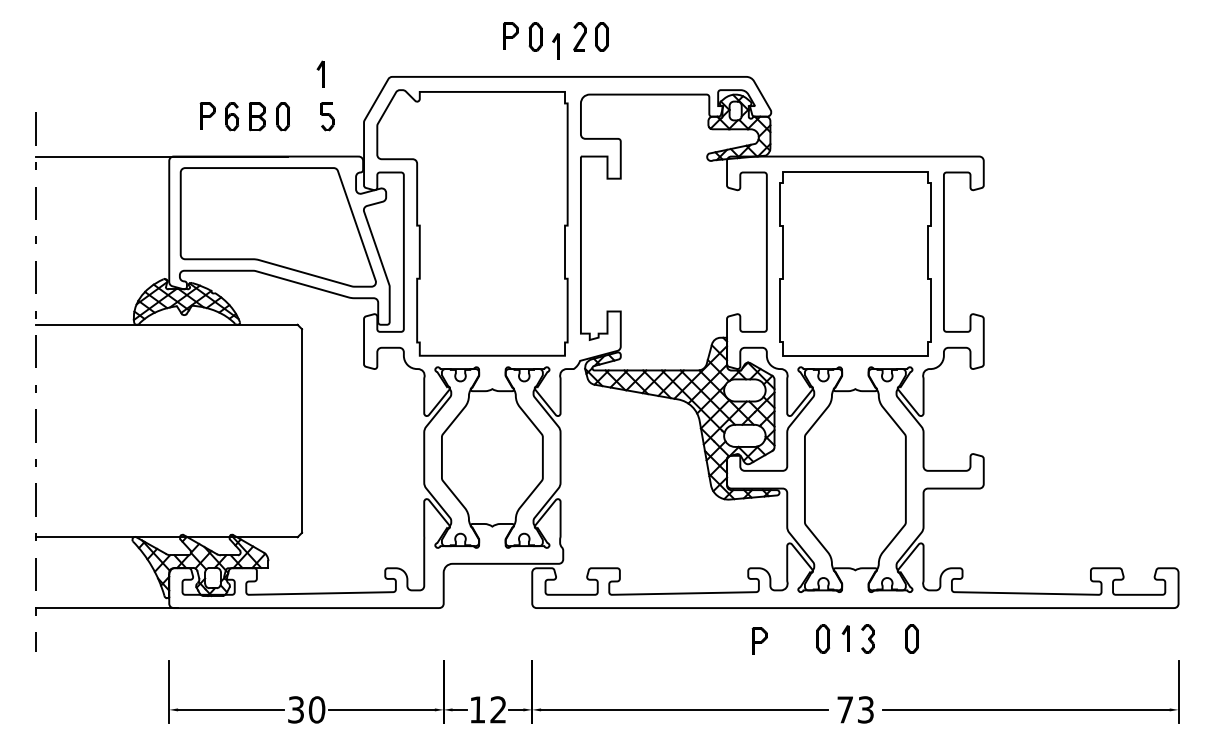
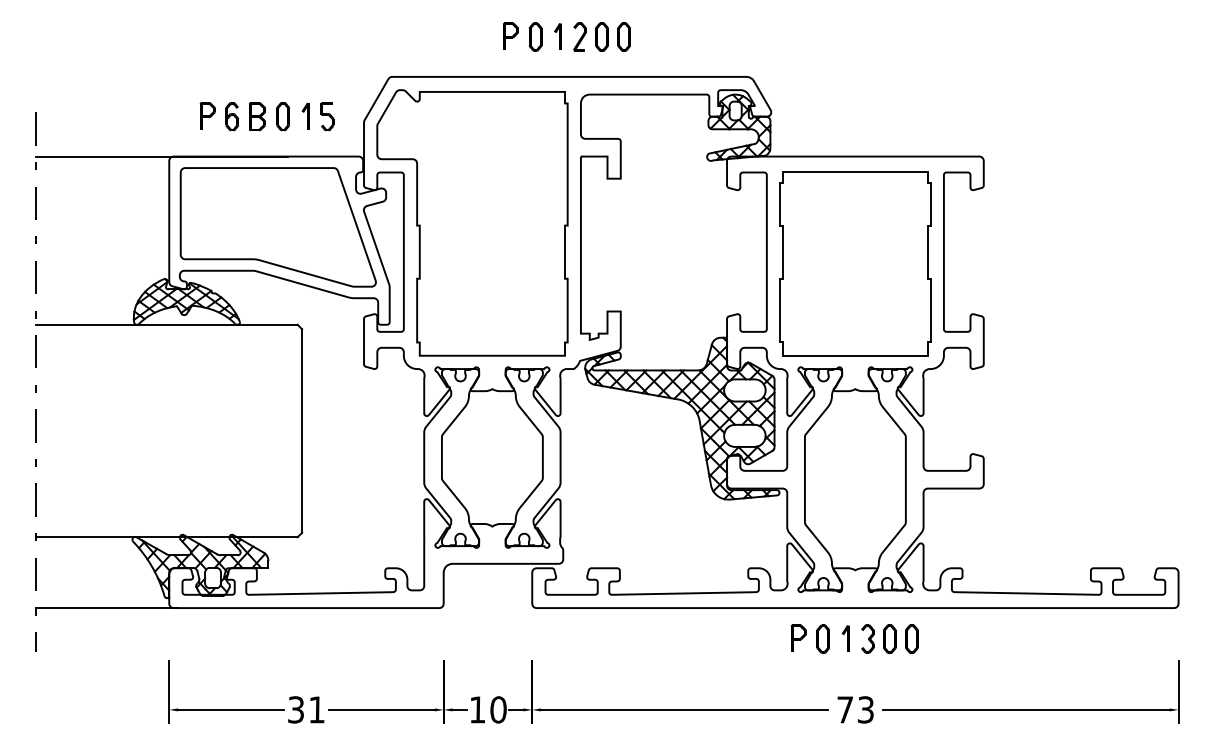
part at (623, 36): none -> present
part at (555, 46) position: (555, 46) -> (557, 36)
part at (320, 73) position: (320, 73) -> (305, 115)
part at (889, 638): none -> present
part at (759, 640) position: (759, 640) -> (798, 637)
text at (316, 709): 30 -> 31
text at (498, 709): 12 -> 10
